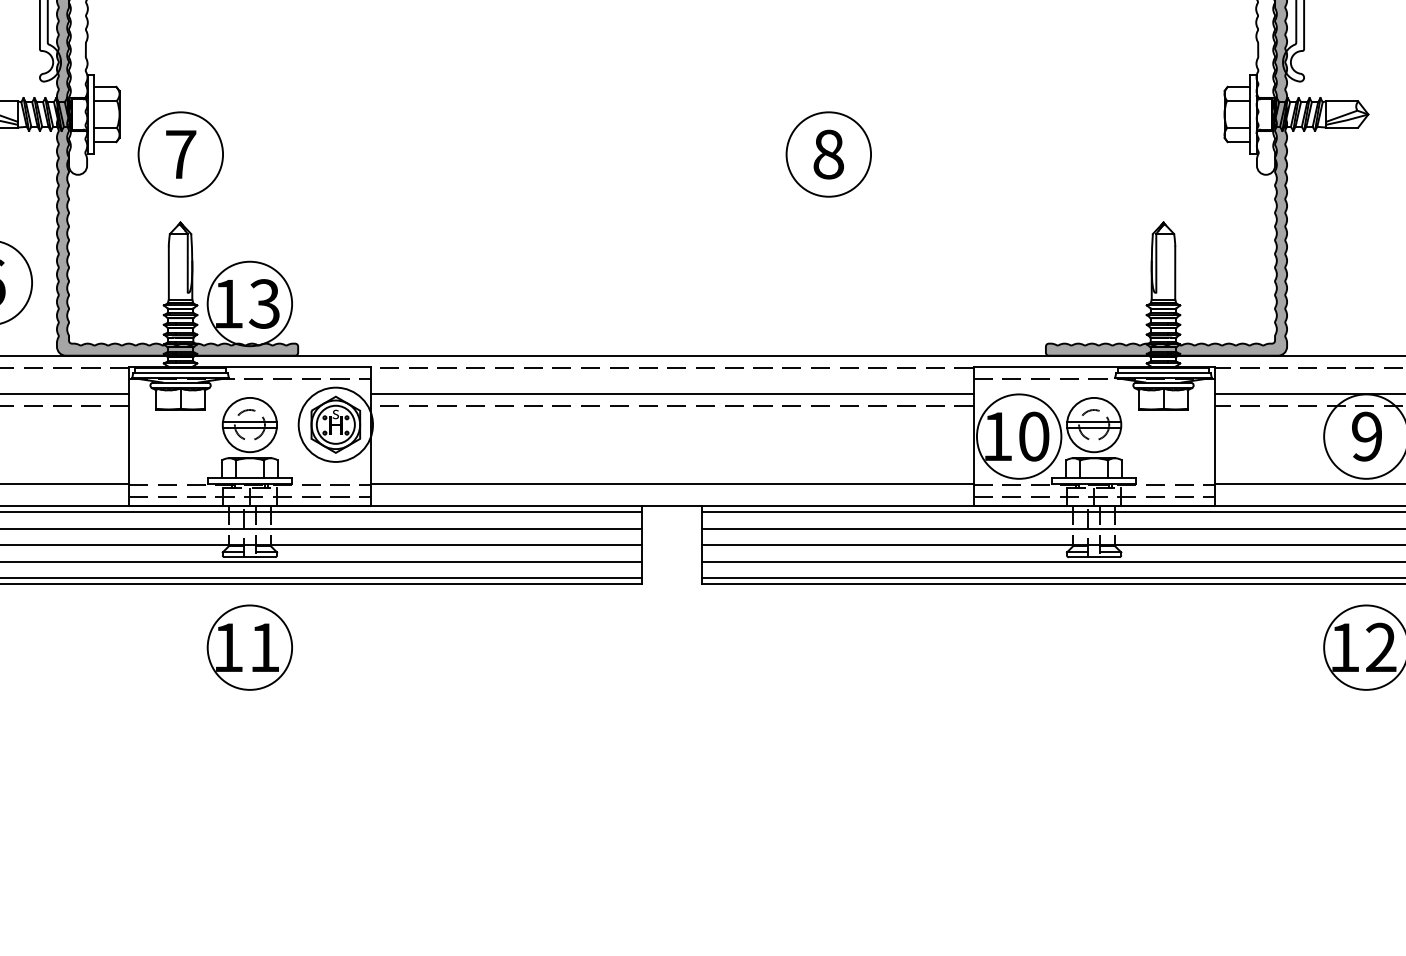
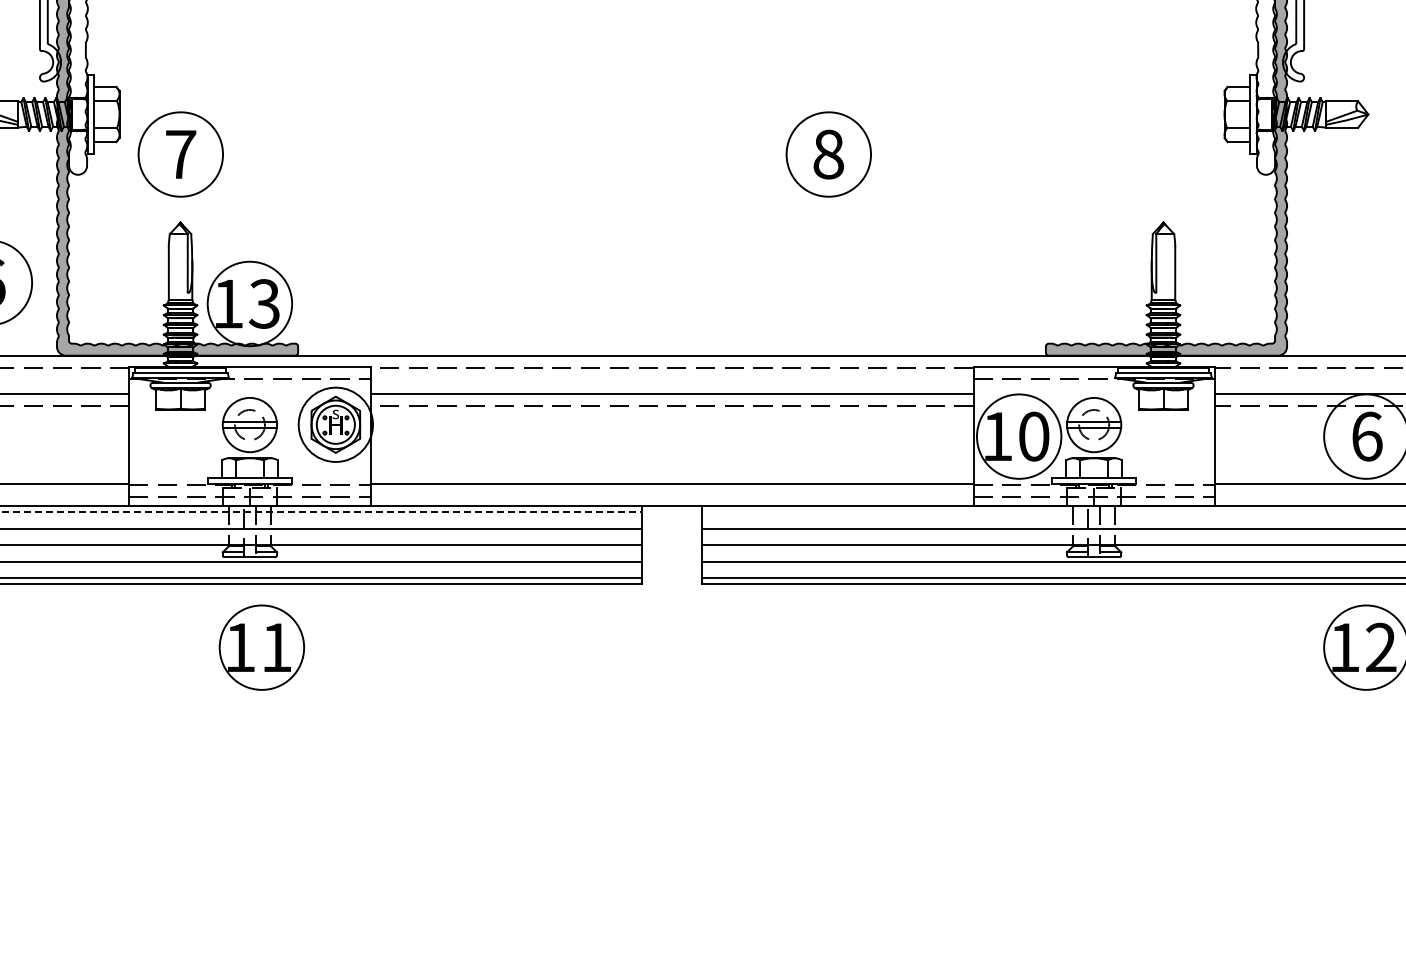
text at (1367, 436): 9 -> 6
line at (320, 512): solid -> dashed
line at (1052, 512): present -> none
part at (249, 647) position: (249, 647) -> (261, 647)
